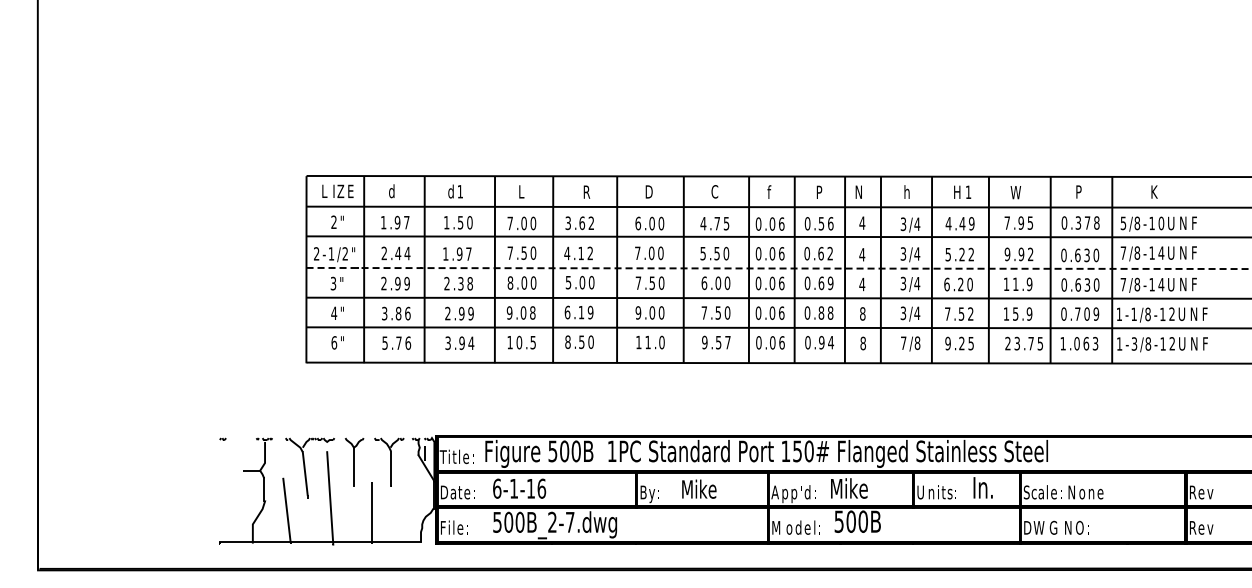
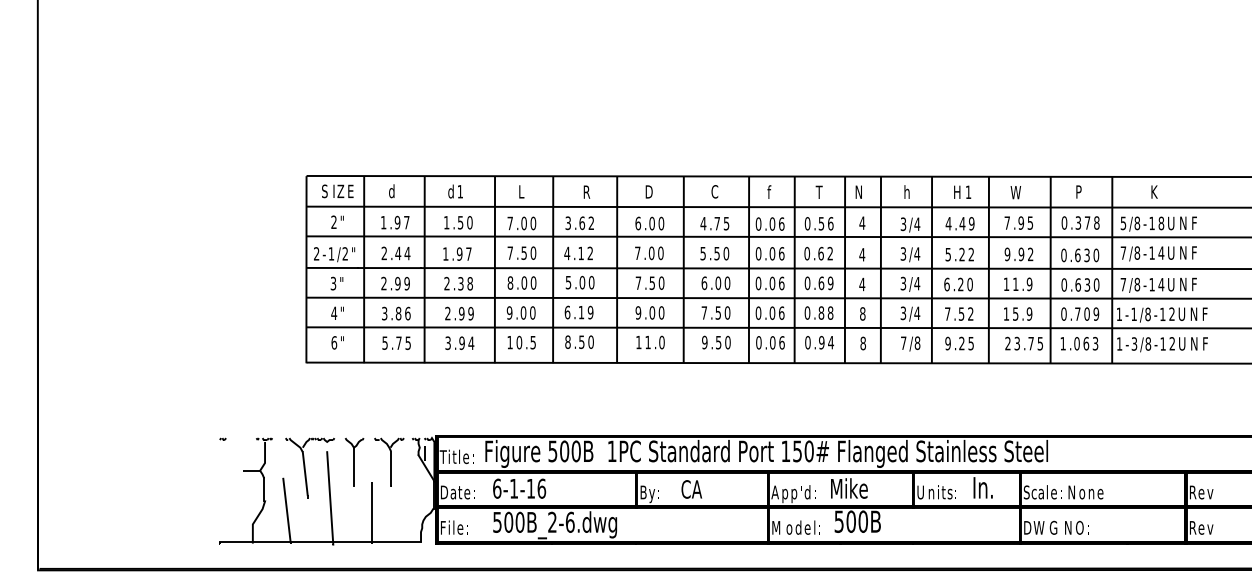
text at (324, 191): L -> S
text at (818, 191): P -> T
text at (1161, 223): 0 -> 8
line at (779, 268): dashed -> solid
text at (532, 312): 8 -> 0
text at (727, 342): 7 -> 0
text at (408, 343): 6 -> 5
text at (698, 488): Mike -> CA
text at (569, 521): 500B_2-7.dwg -> 500B_2-6.dwg
